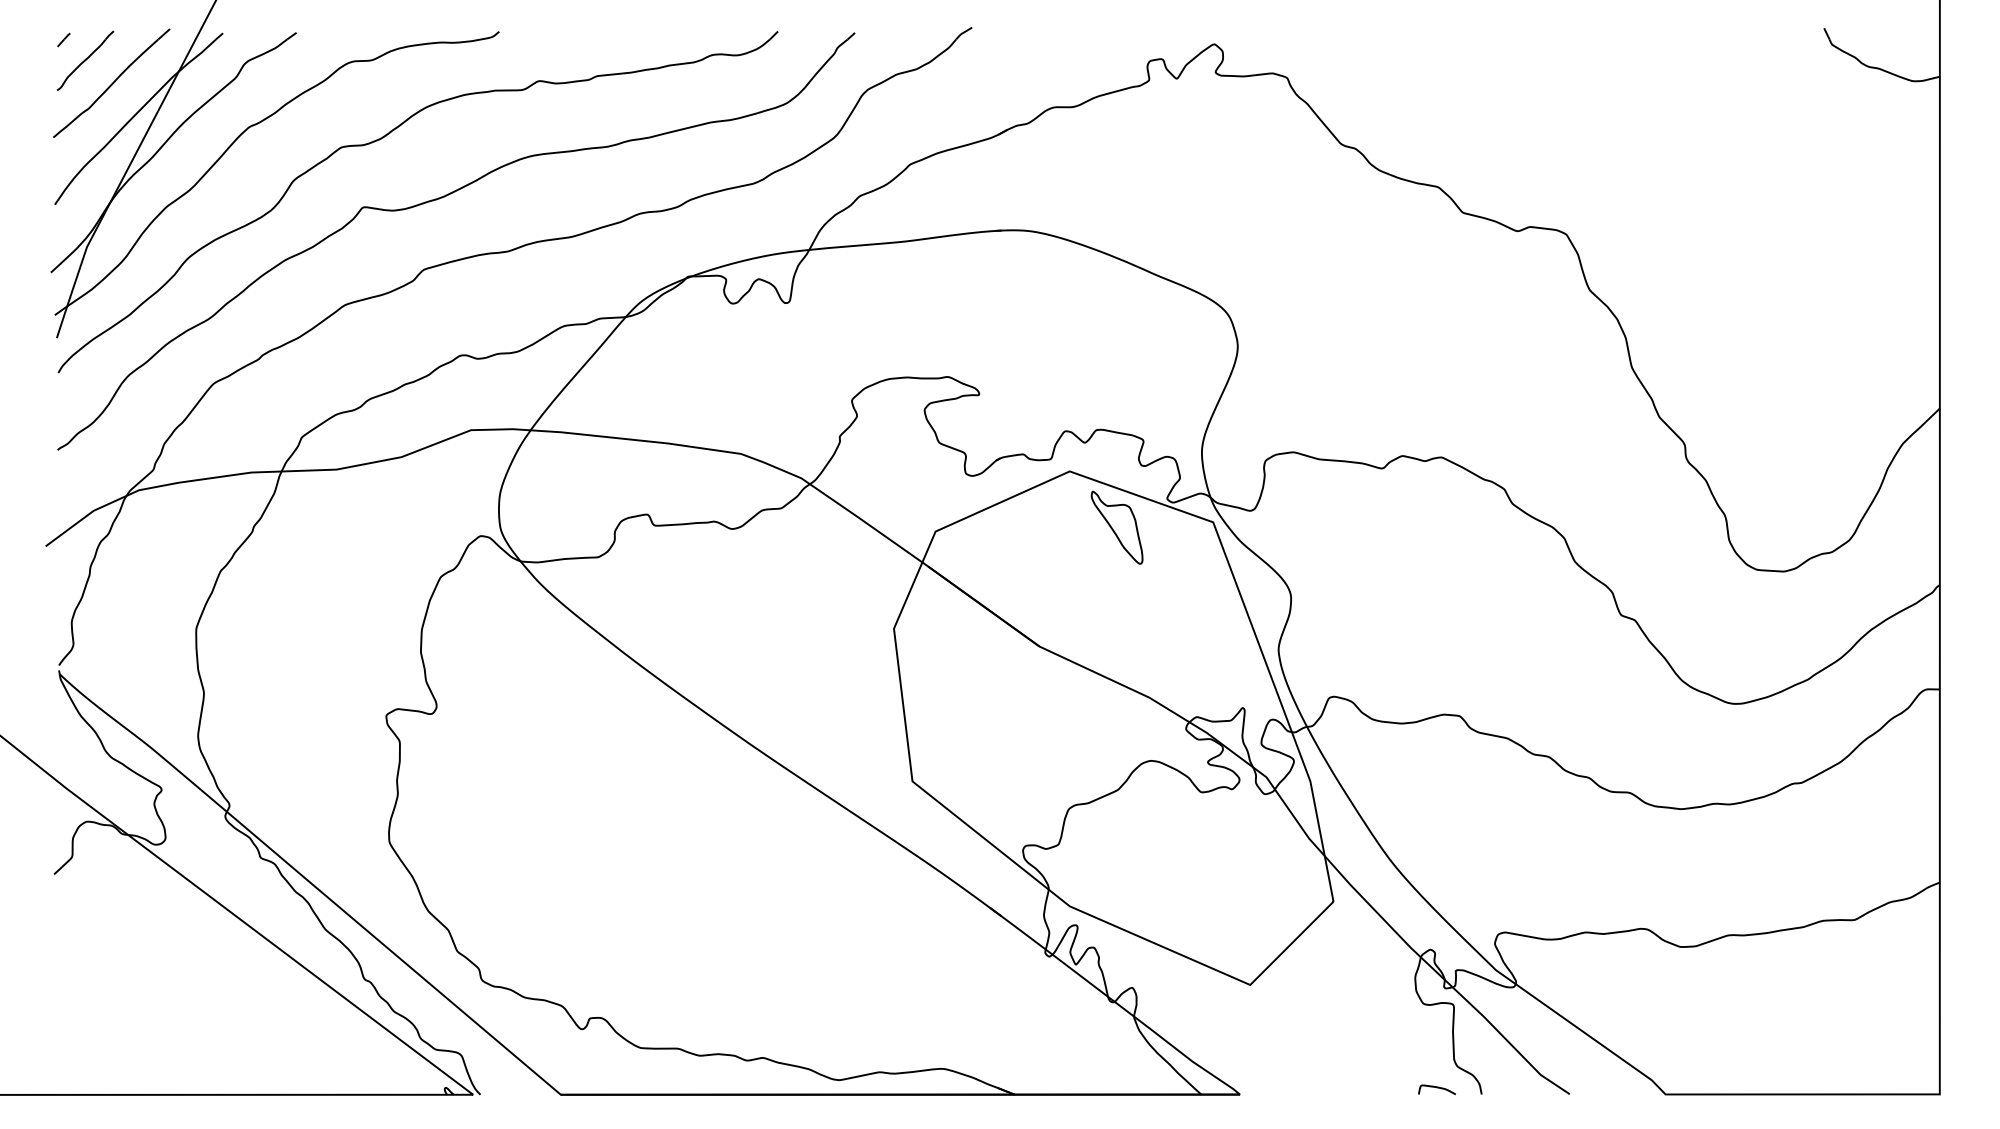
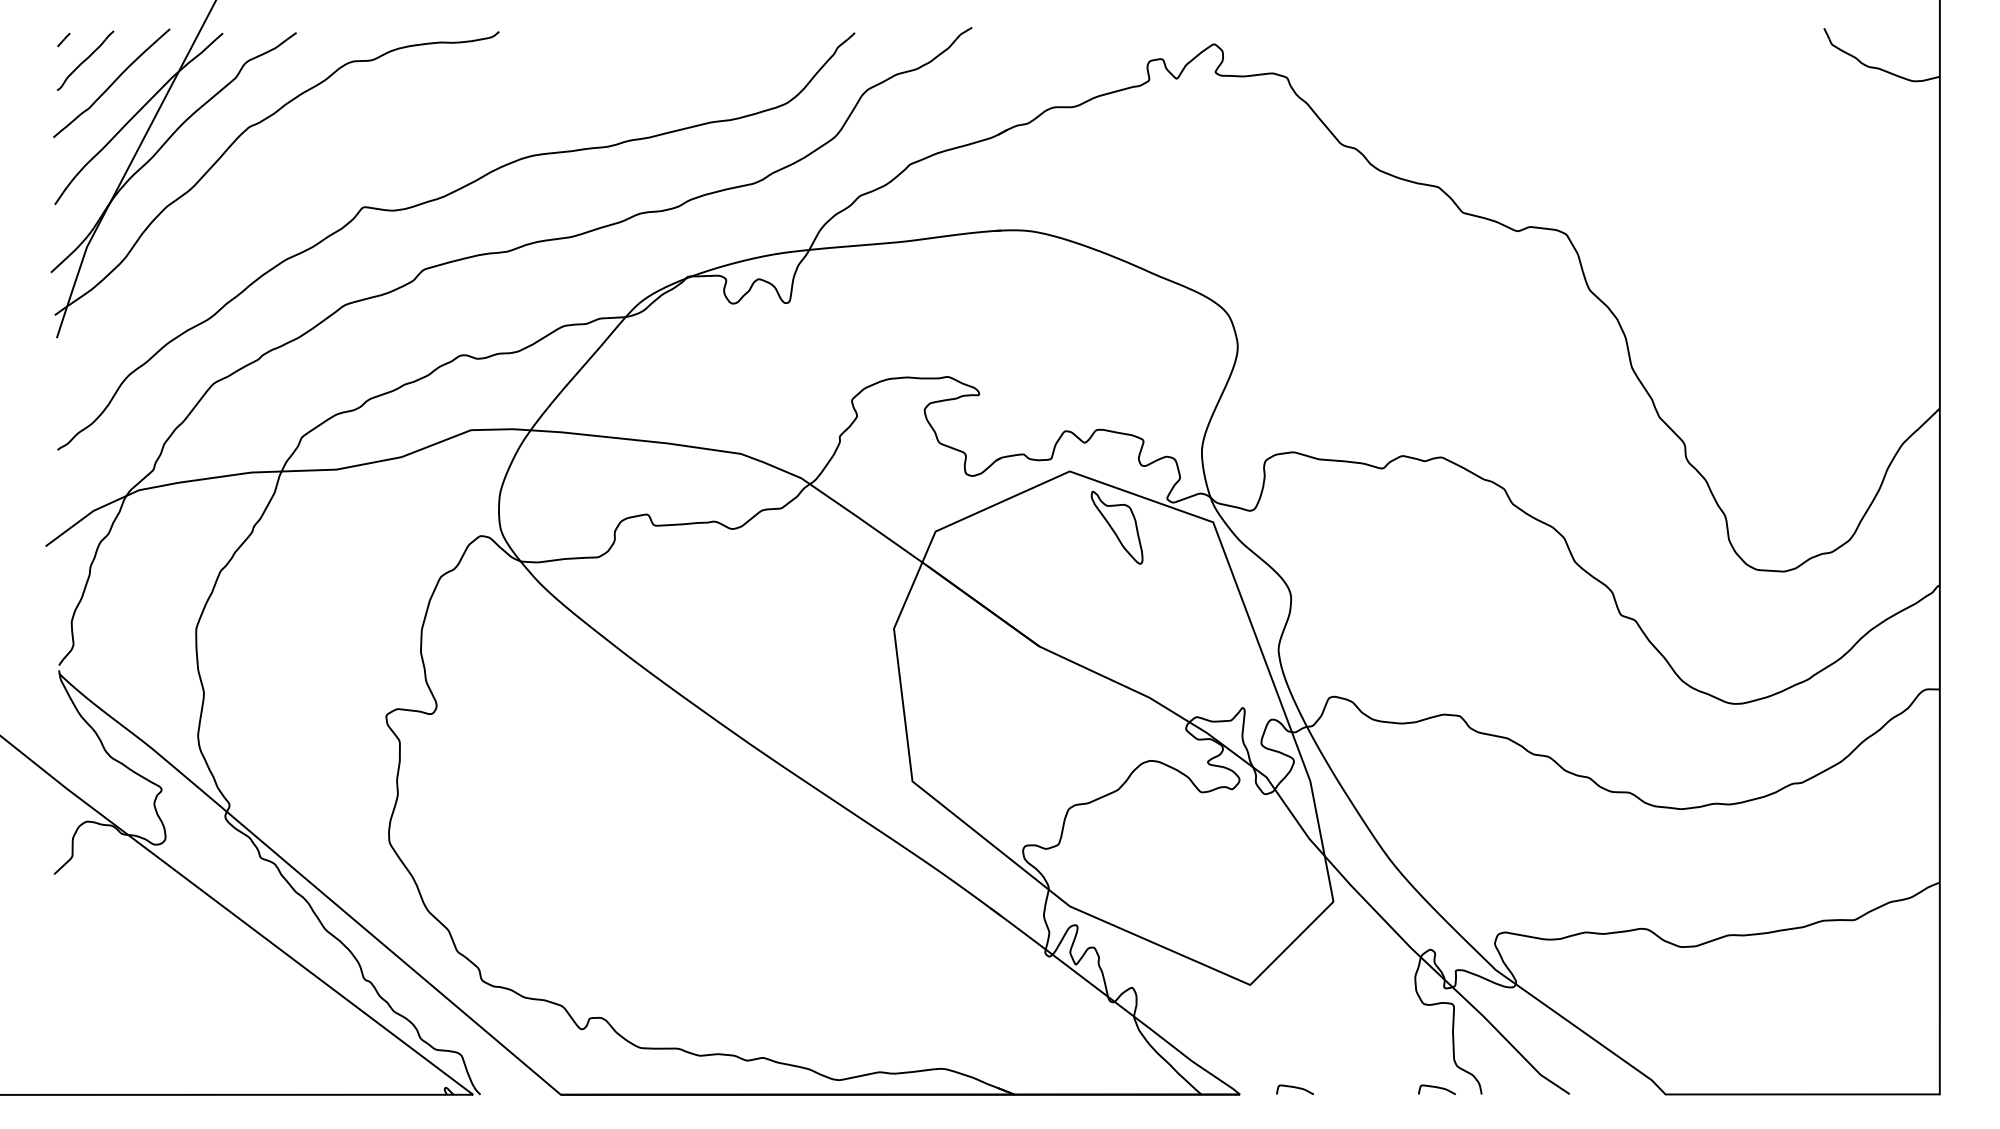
part at (383, 138): present -> none
curve at (1294, 1088): none -> present
